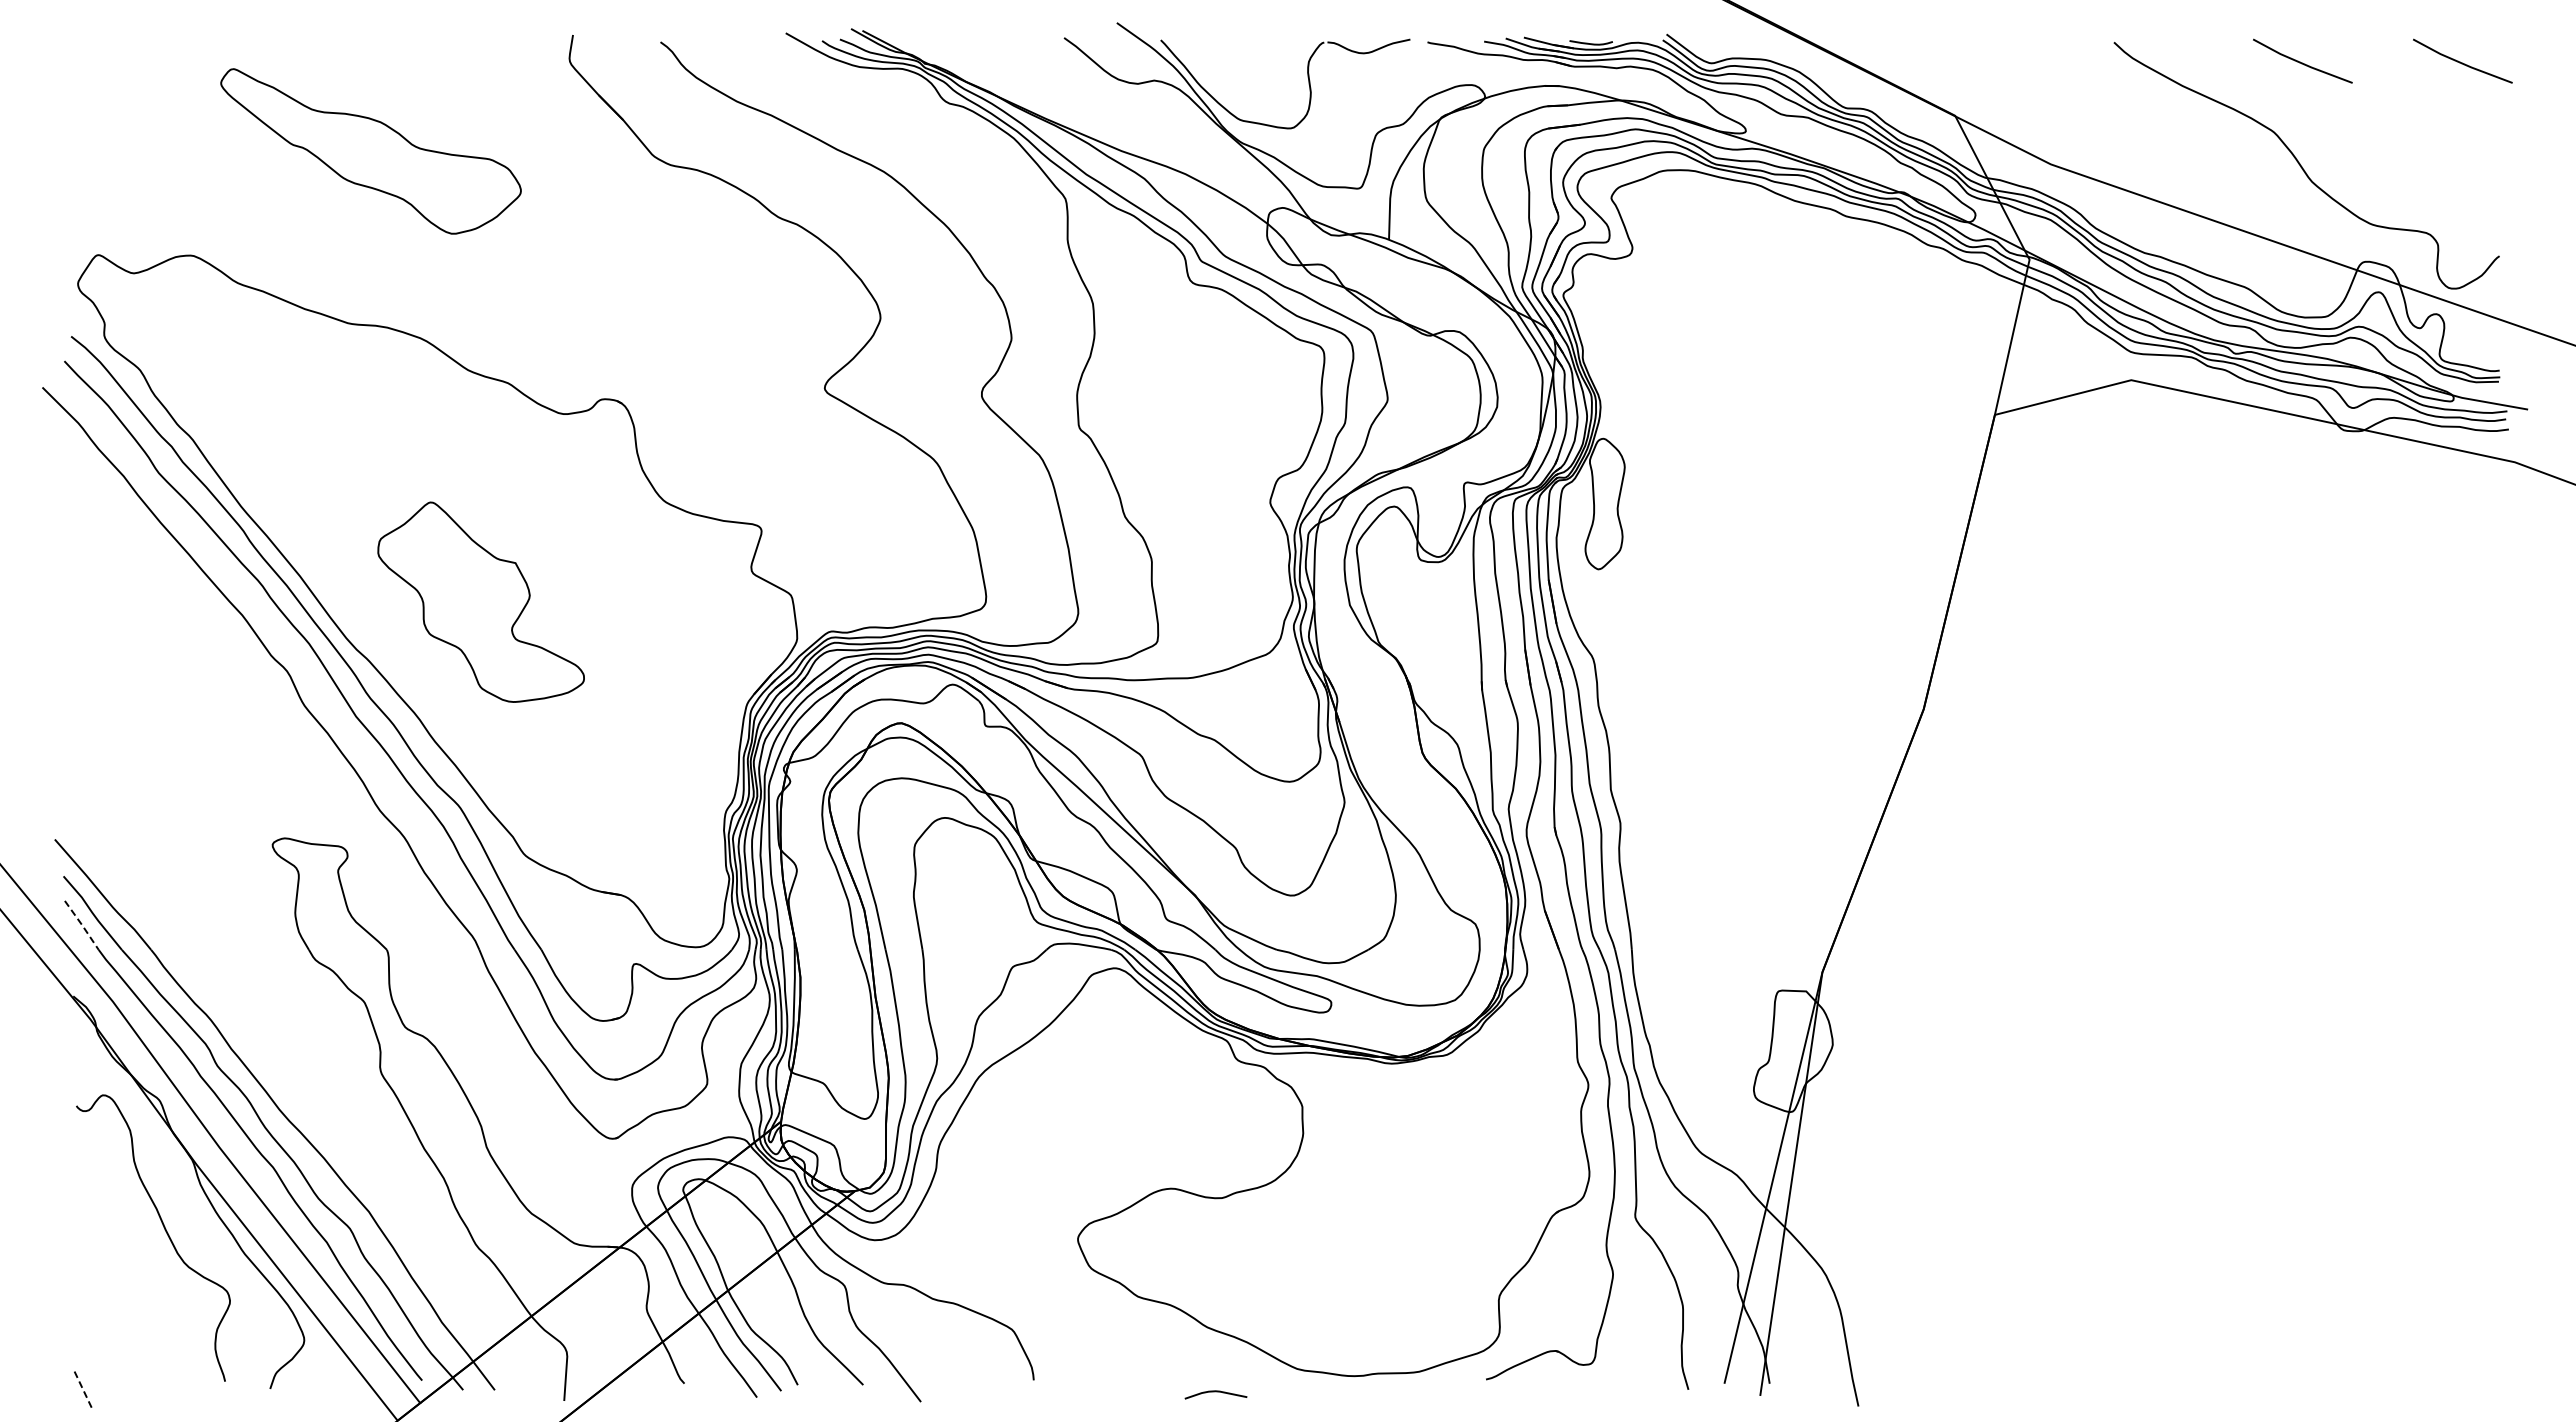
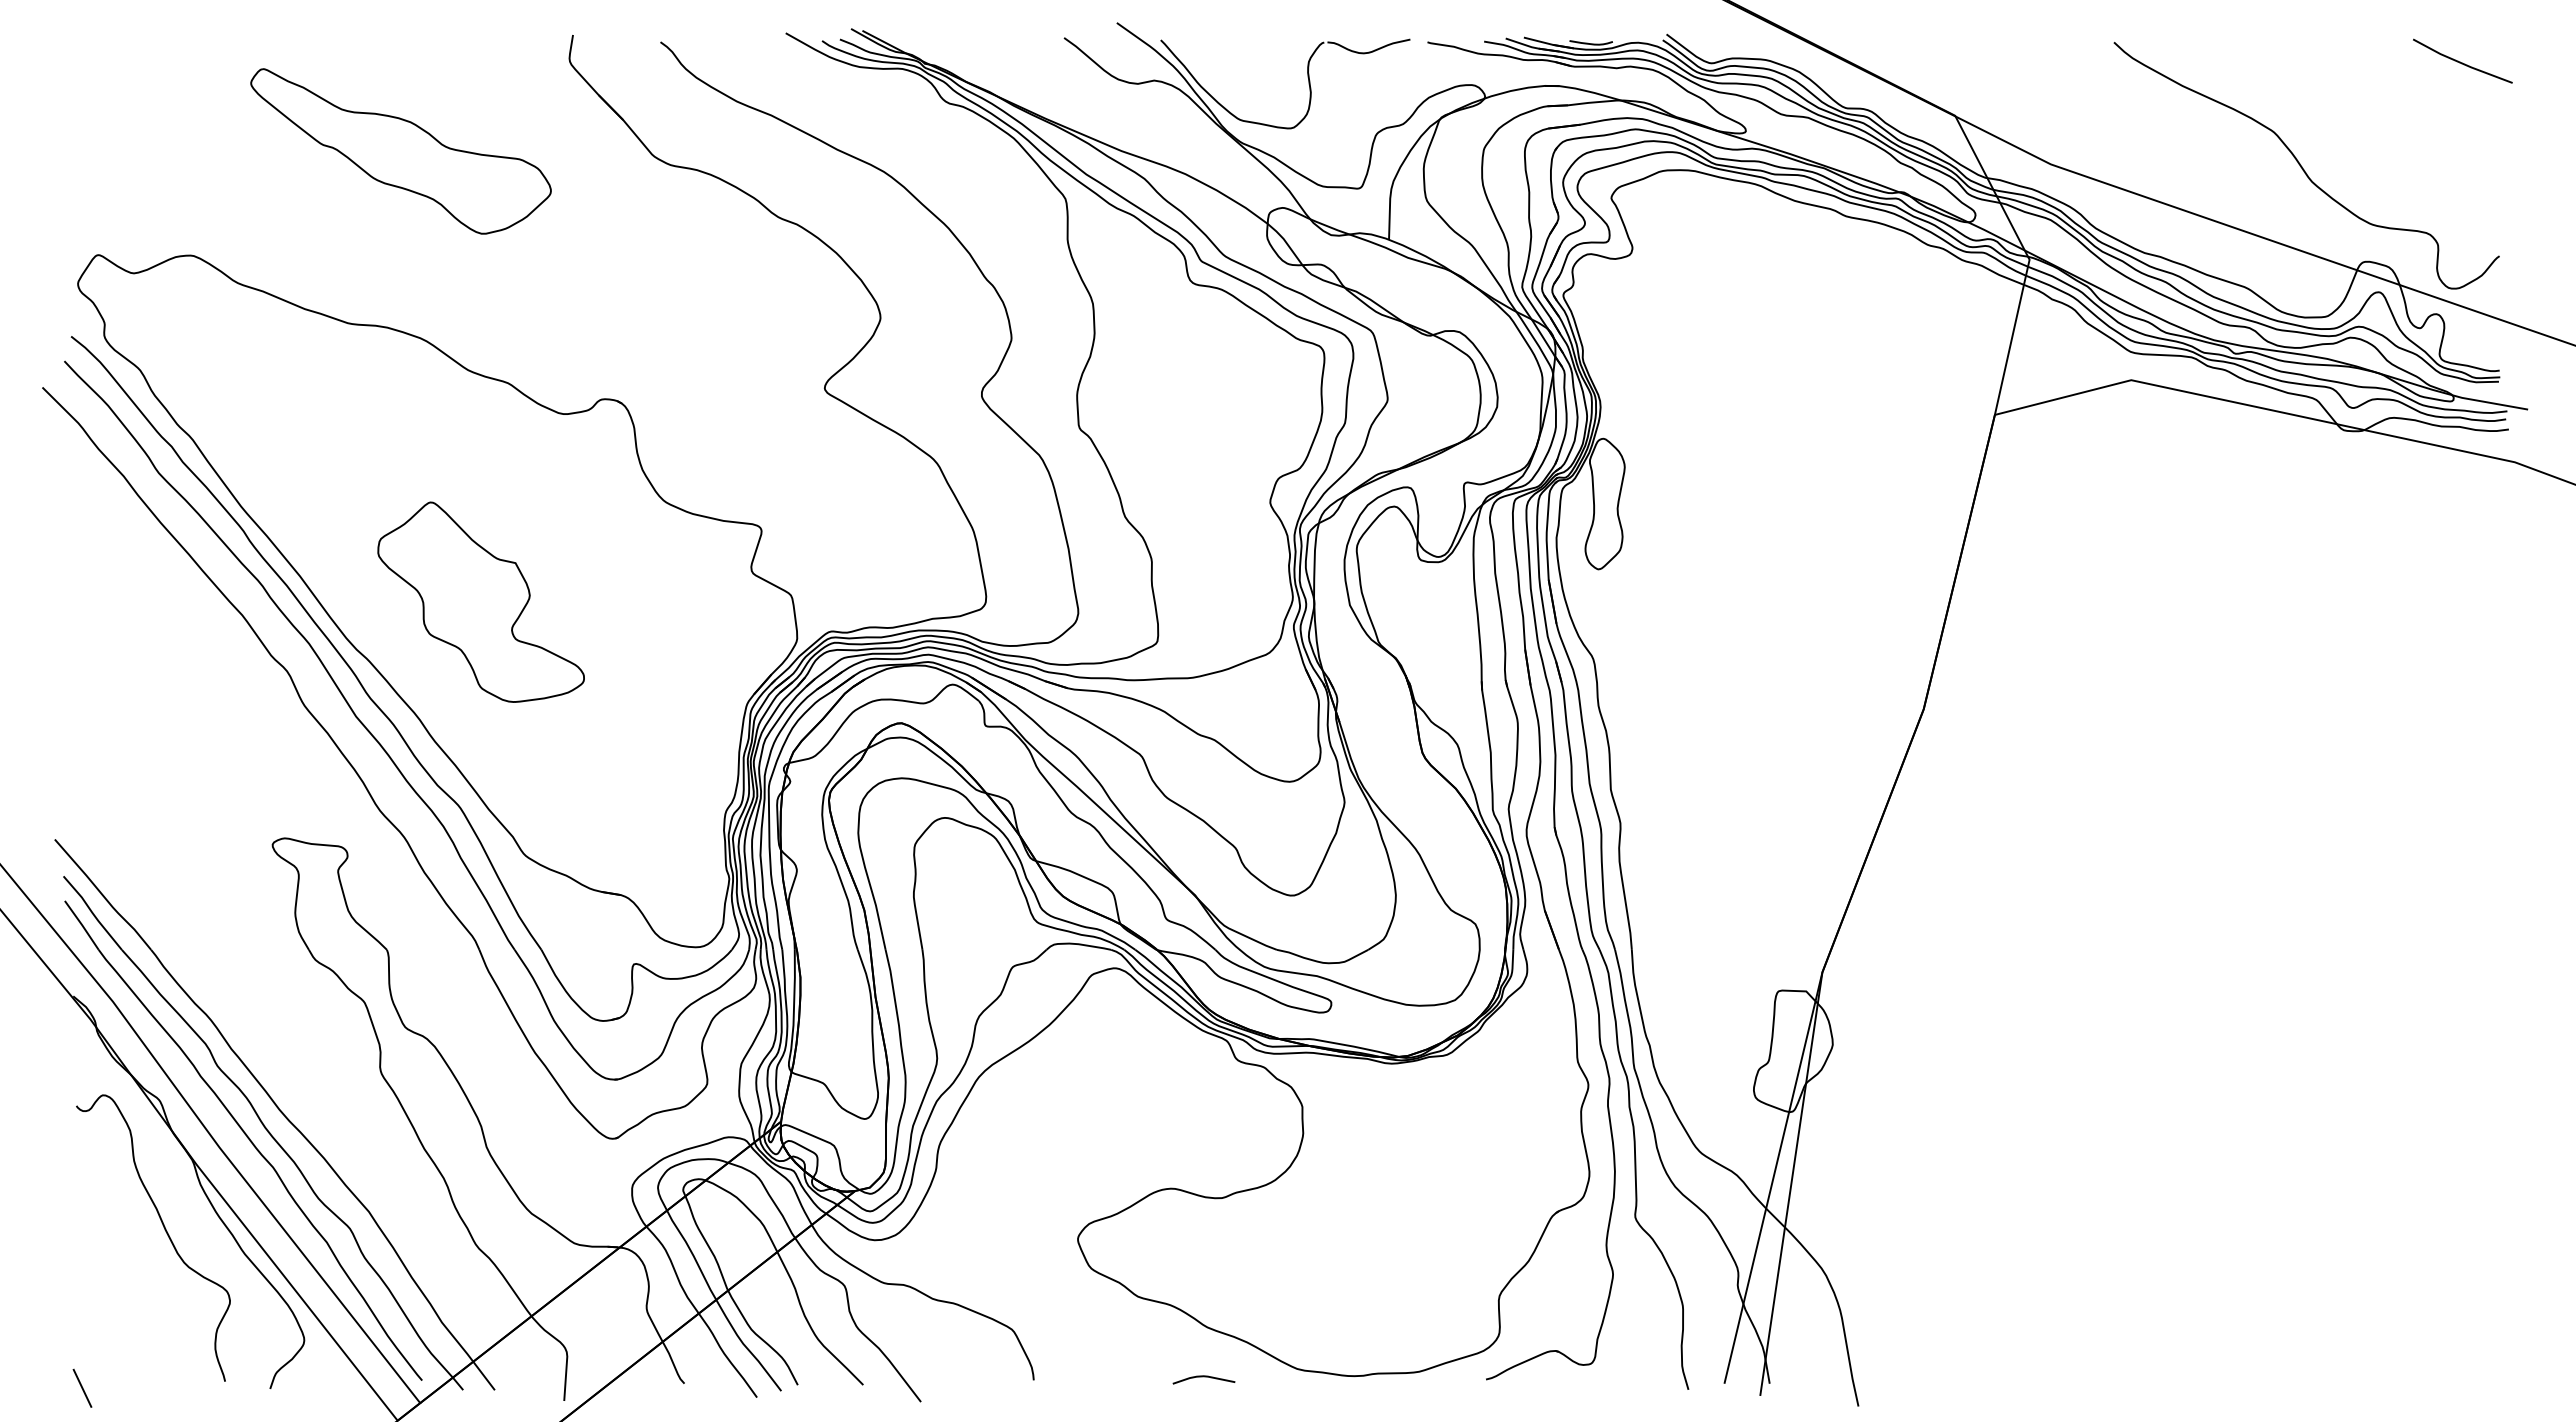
line at (2302, 62): present -> none
part at (370, 151) position: (370, 151) -> (400, 151)
line at (82, 925): dashed -> solid
line at (82, 1387): dashed -> solid
curve at (1215, 1392) position: (1215, 1392) -> (1203, 1377)
